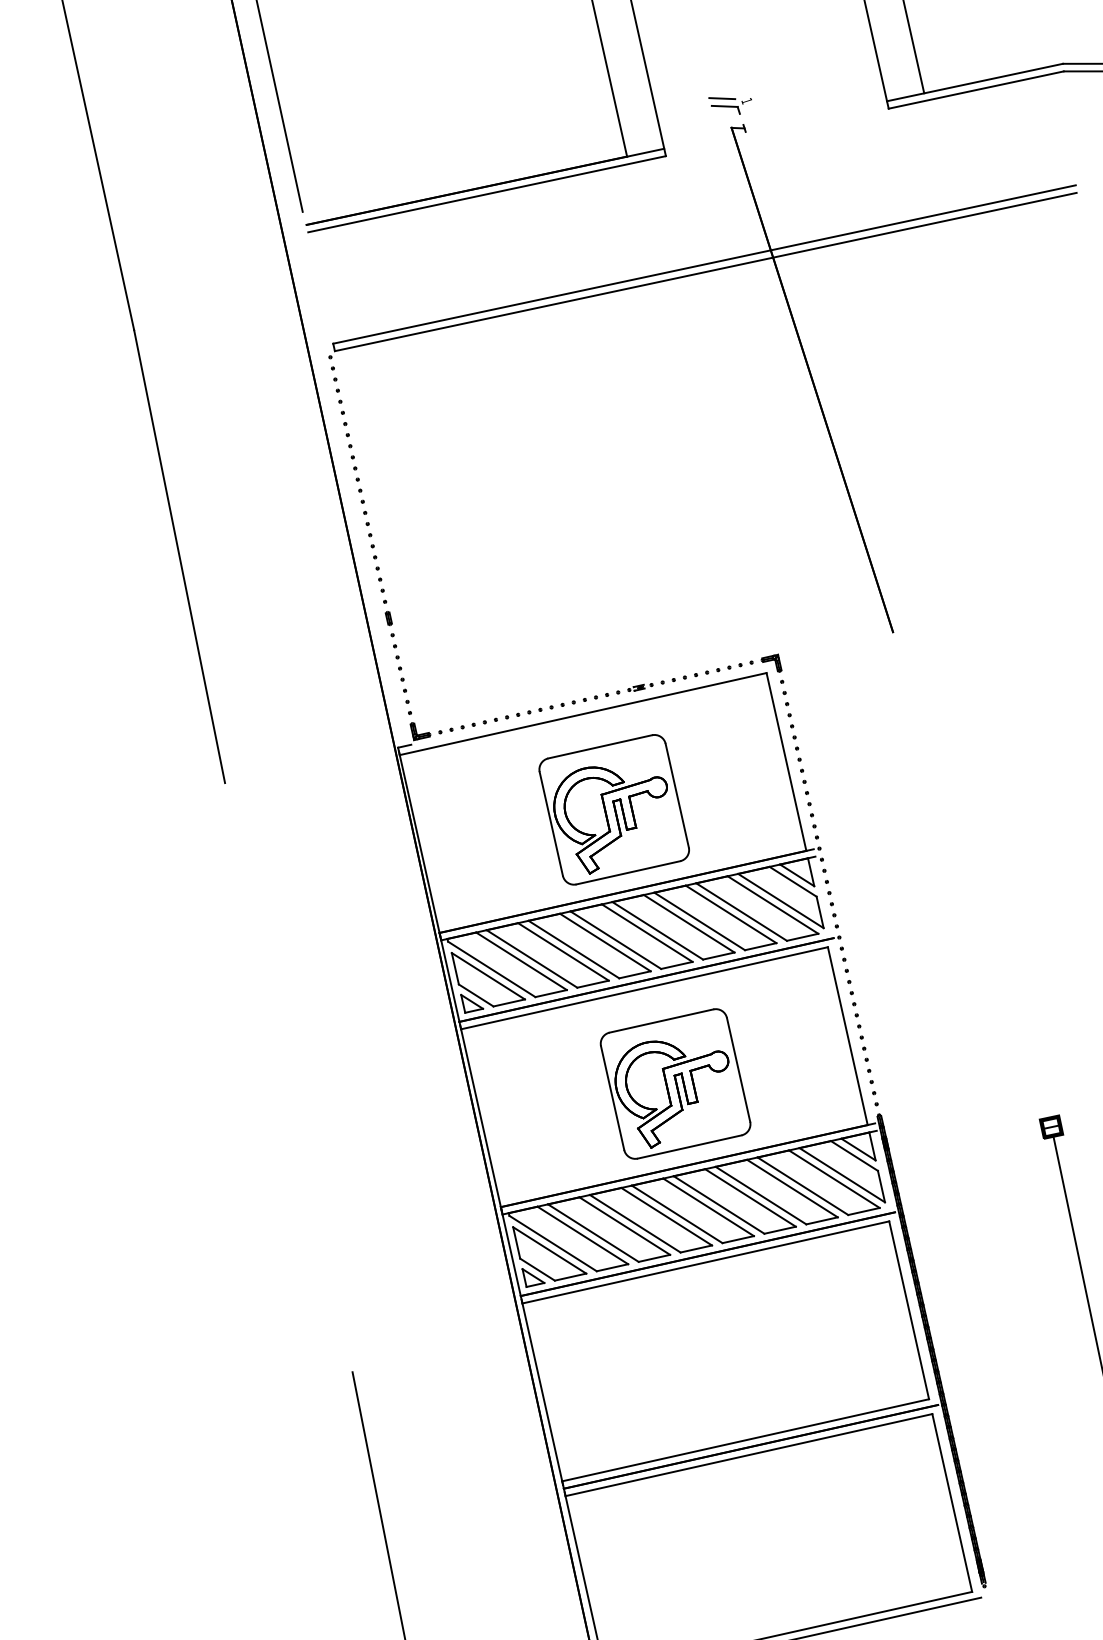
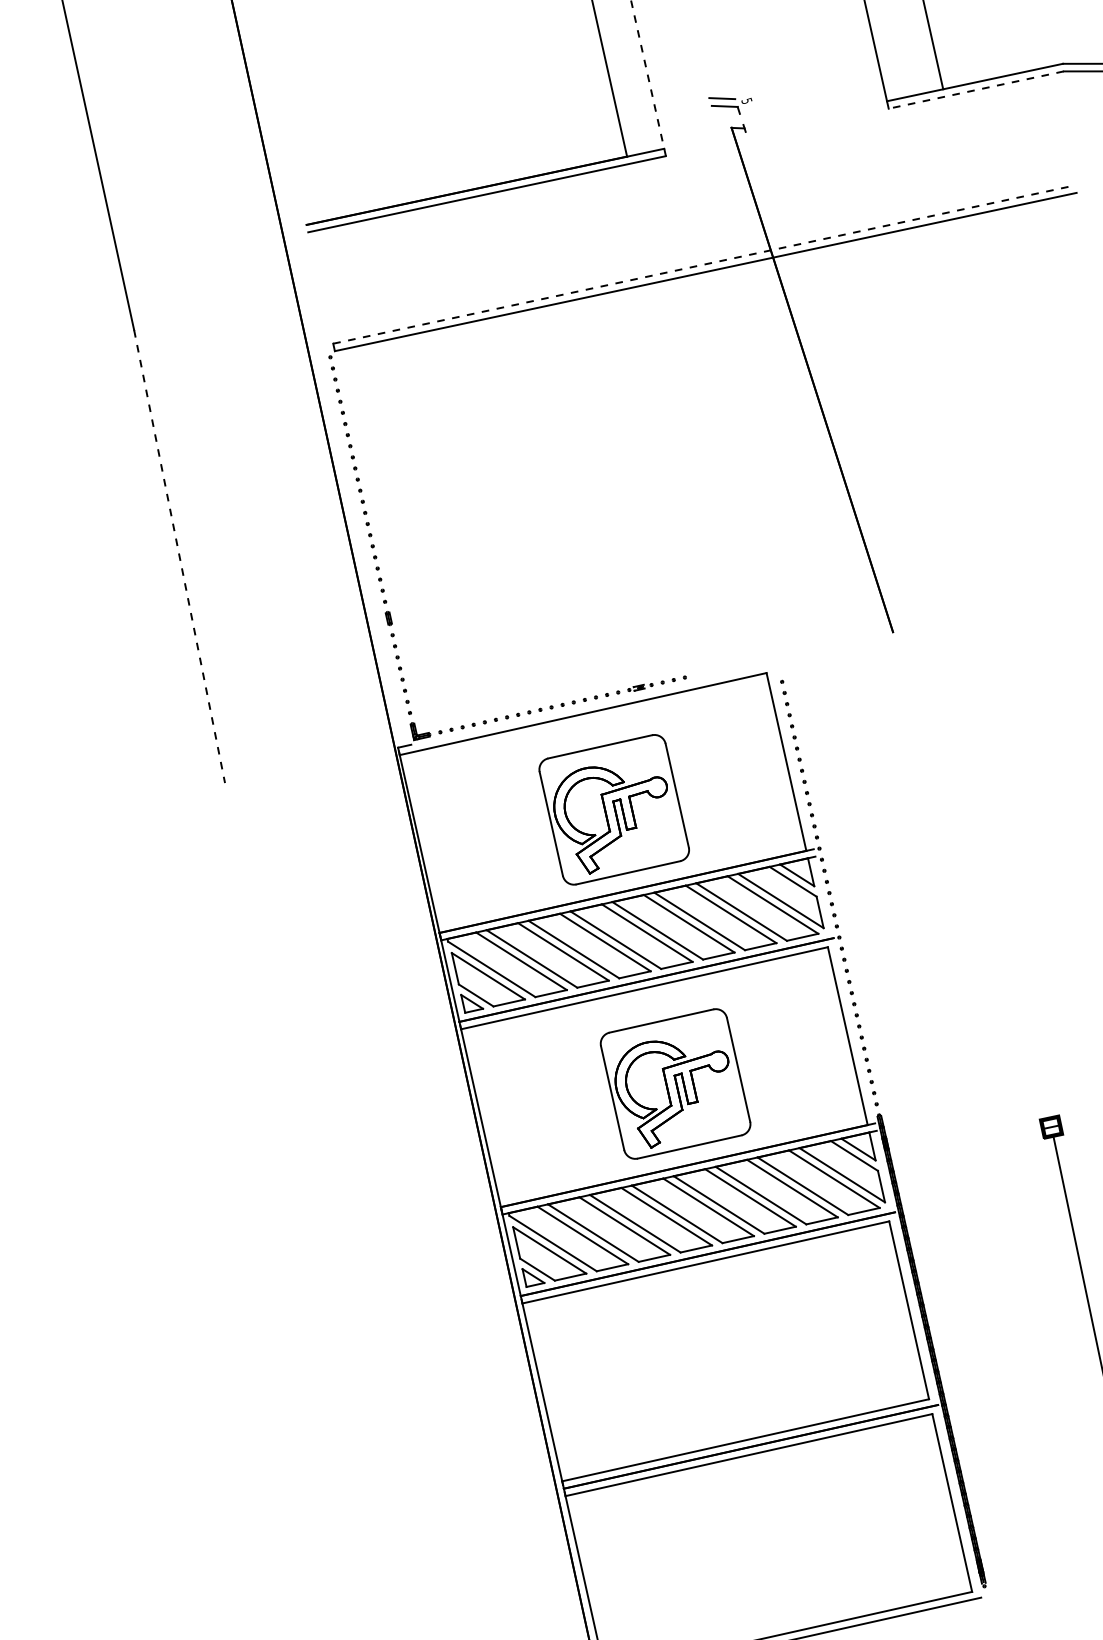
line at (913, 47) position: (913, 47) -> (933, 45)
line at (648, 78): solid -> dashed
line at (976, 90): solid -> dashed
text at (746, 100): 1 -> 5
line at (279, 106): present -> none
line at (704, 264): solid -> dashed
line at (179, 556): solid -> dashed
part at (738, 665): present -> none
line at (378, 1504): present -> none
